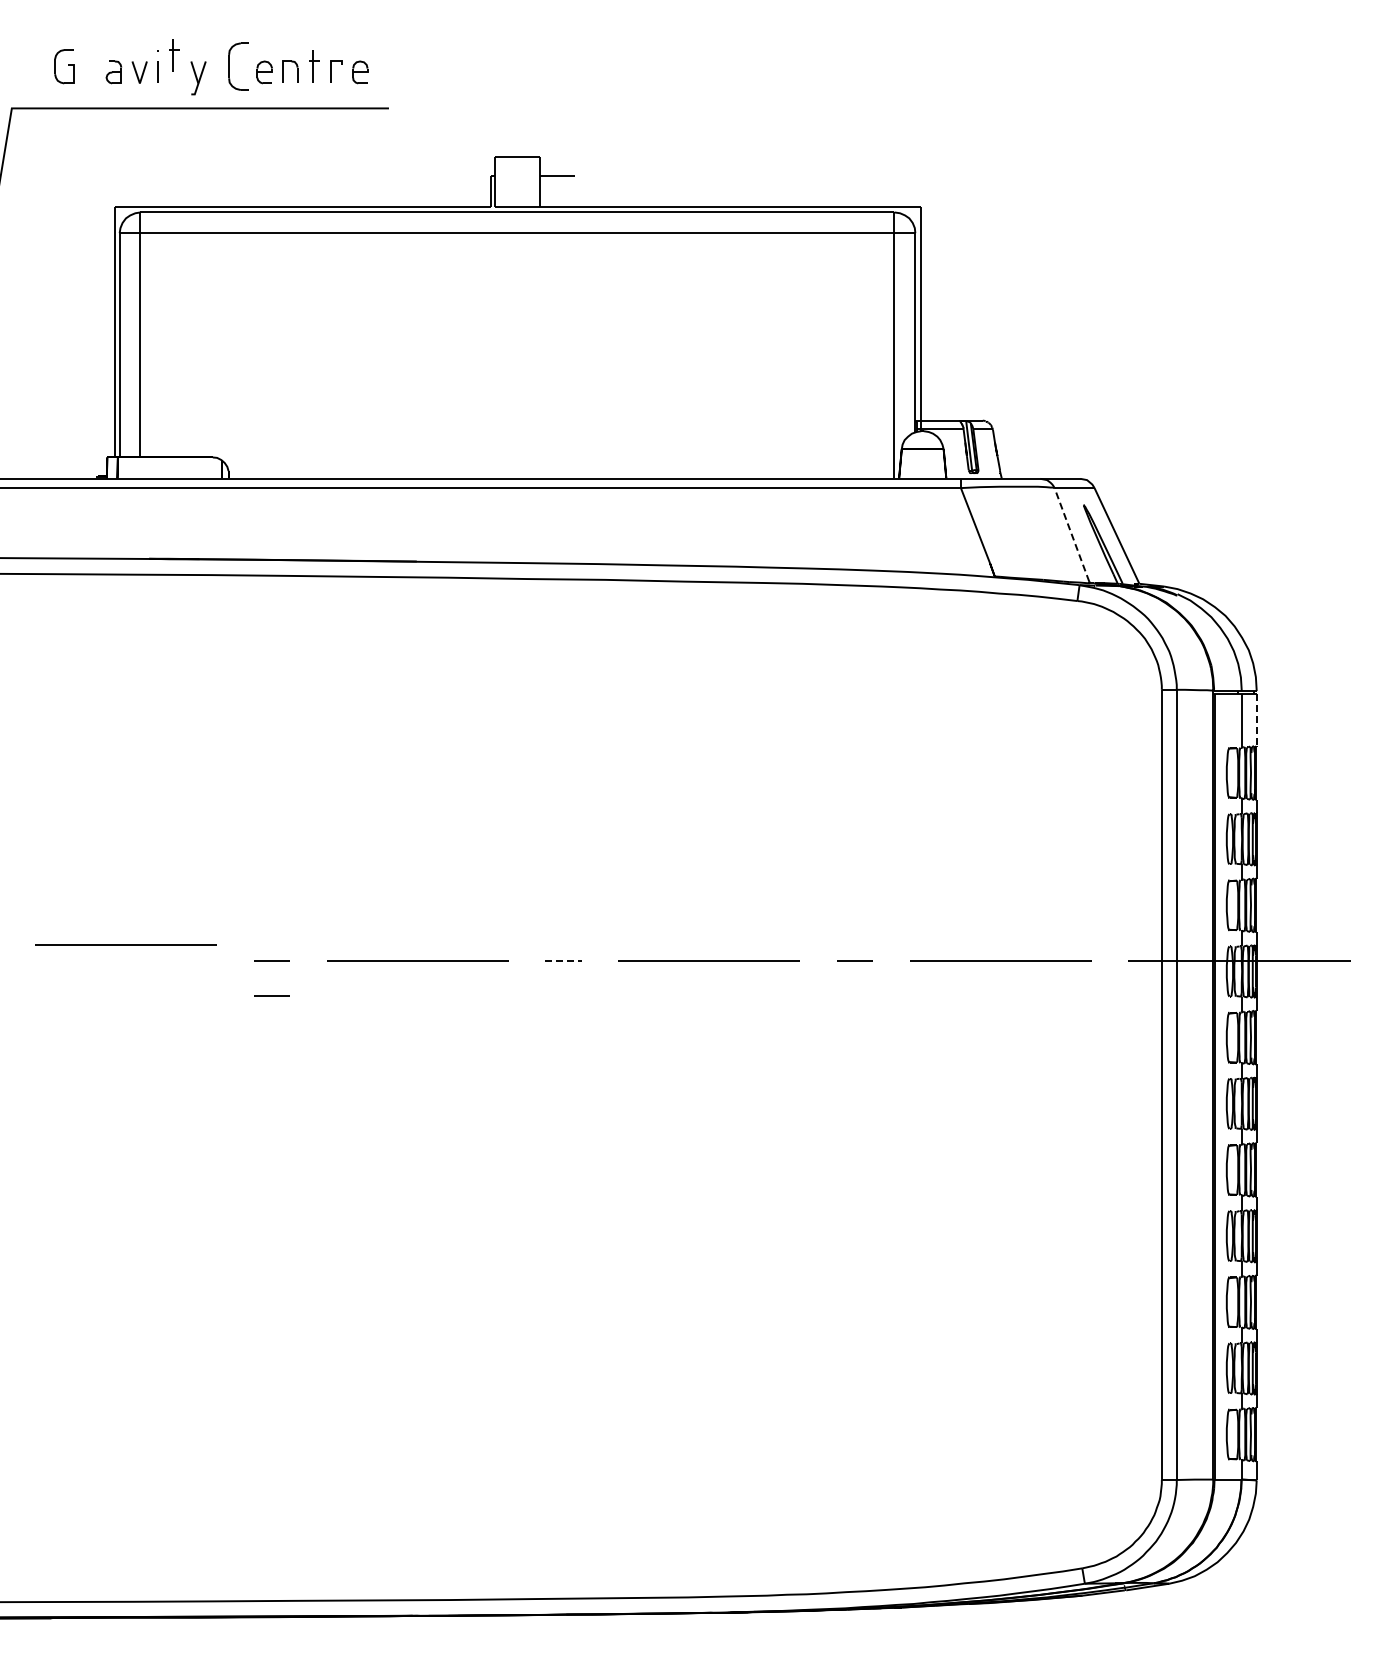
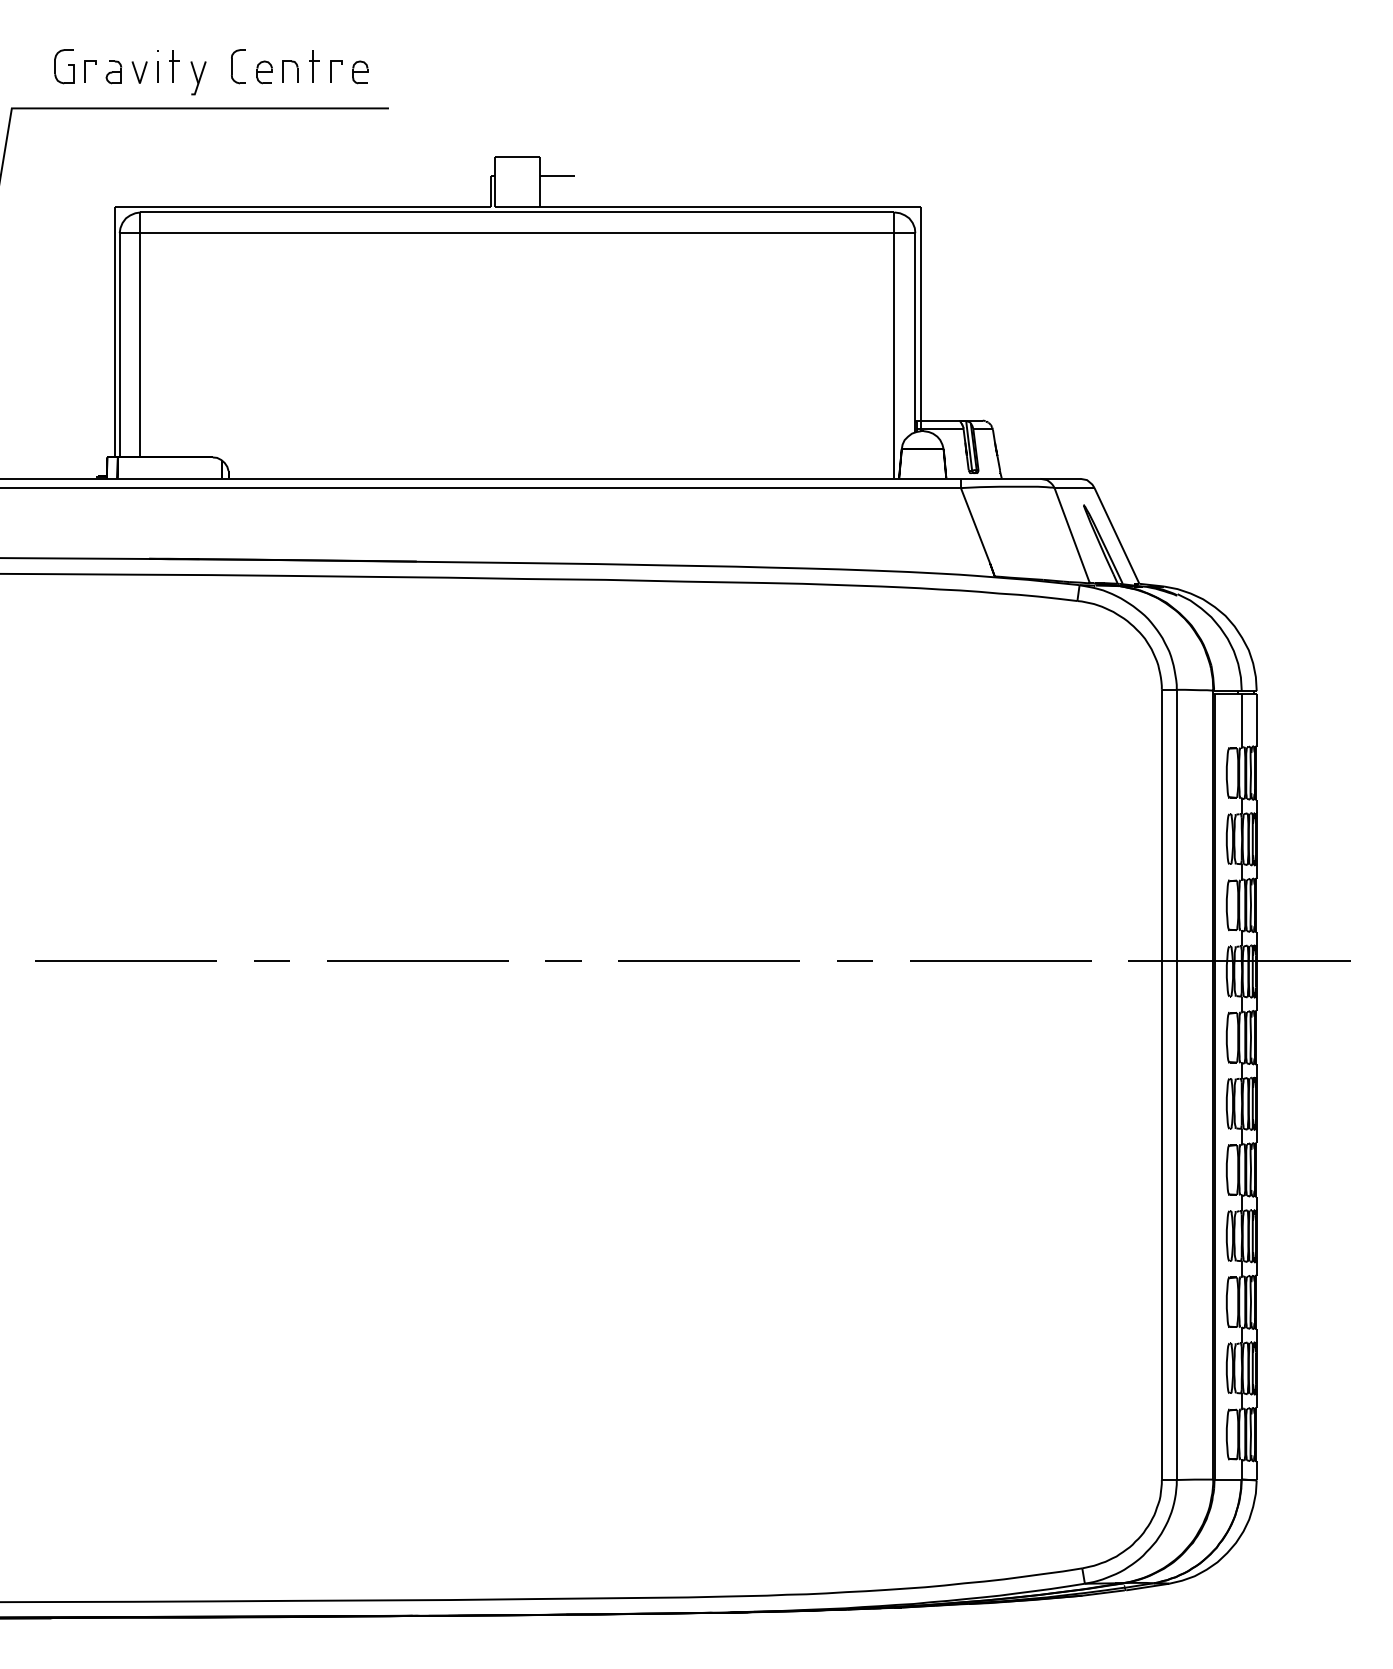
part at (174, 55) position: (174, 55) -> (174, 66)
part at (238, 66) size: 21x49 px -> 15x36 px
line at (85, 71): none -> present
line at (1071, 534): dashed -> solid
line at (1256, 720): dashed -> solid
line at (125, 944) position: (125, 944) -> (125, 960)
line at (564, 961): dashed -> solid
line at (271, 995): present -> none
